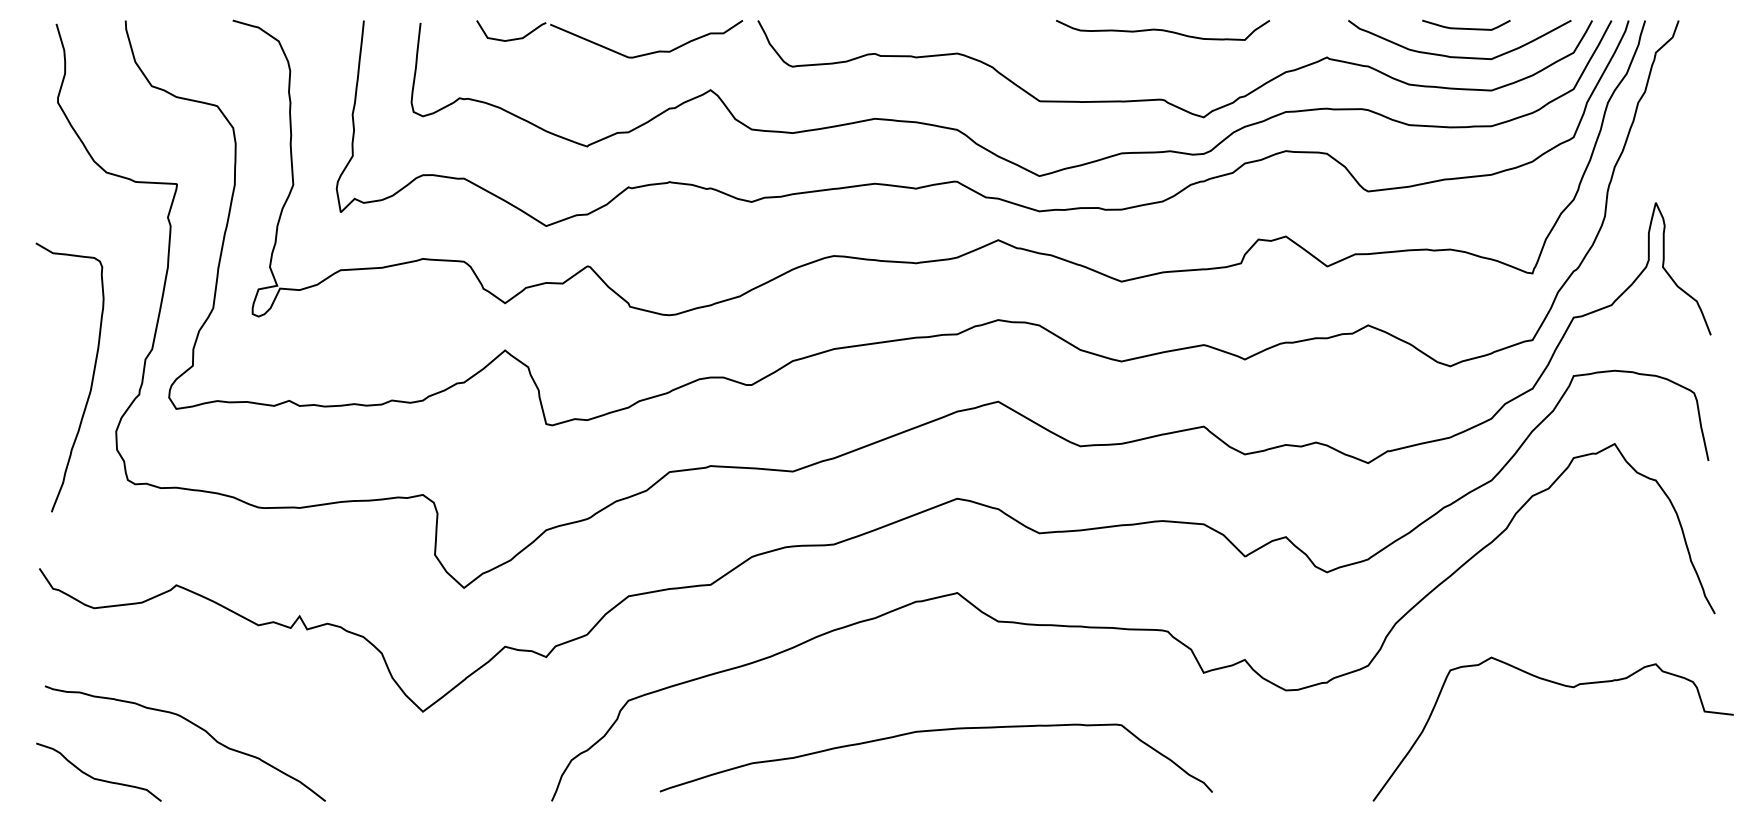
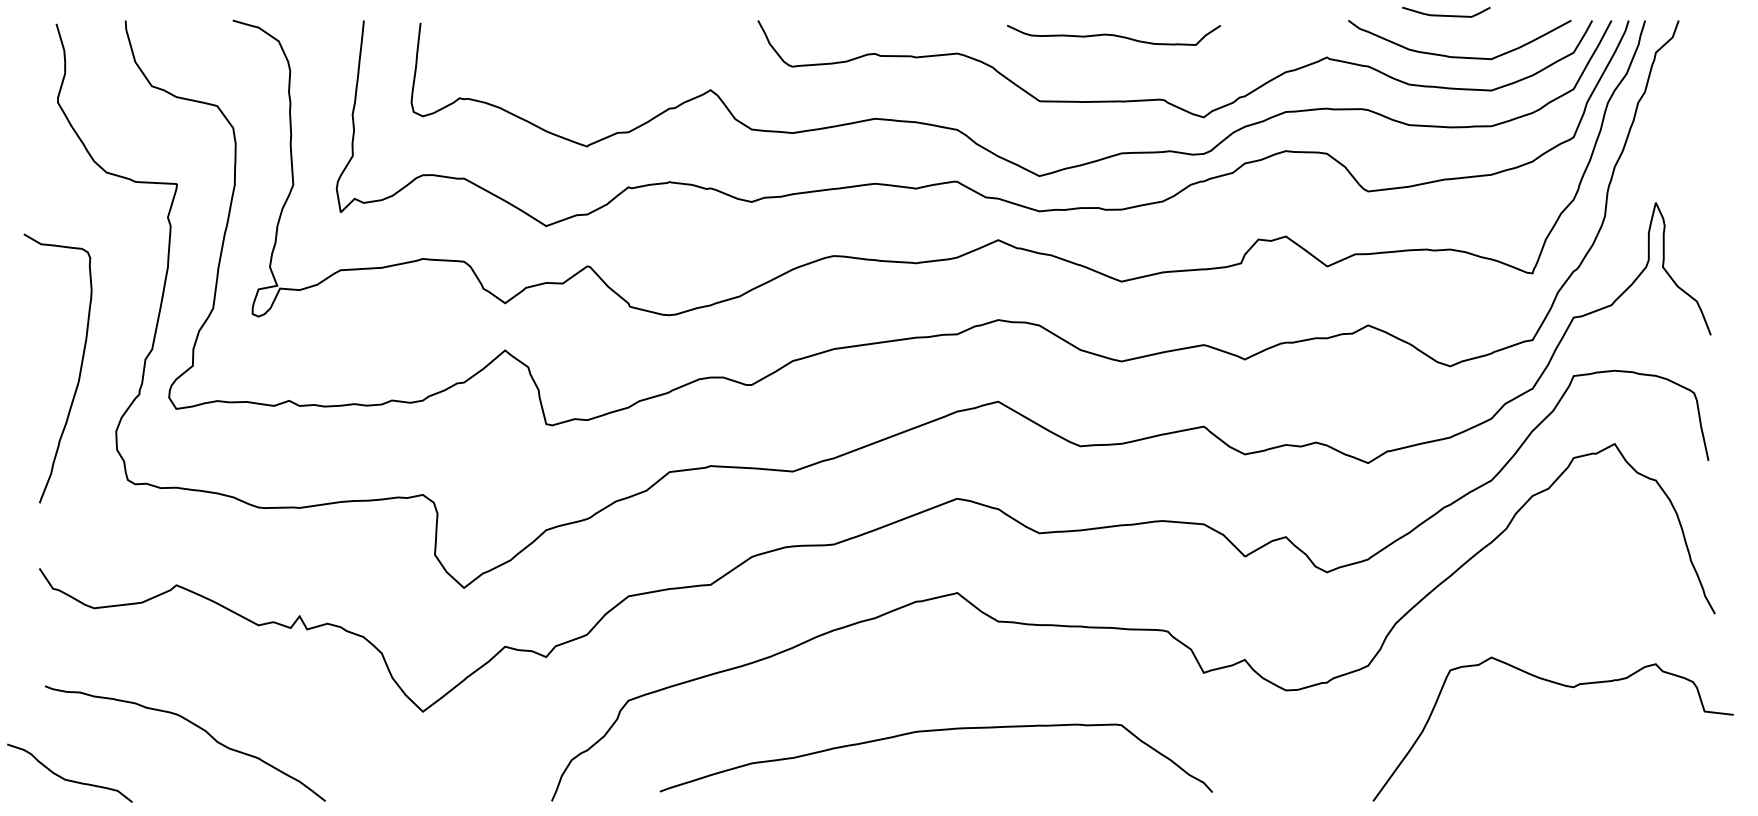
curve at (1466, 28) position: (1466, 28) -> (1446, 15)
curve at (1163, 29) position: (1163, 29) -> (1114, 34)
part at (605, 46): present -> none
curve at (91, 379) position: (91, 379) -> (79, 370)
curve at (98, 778) position: (98, 778) -> (69, 779)
